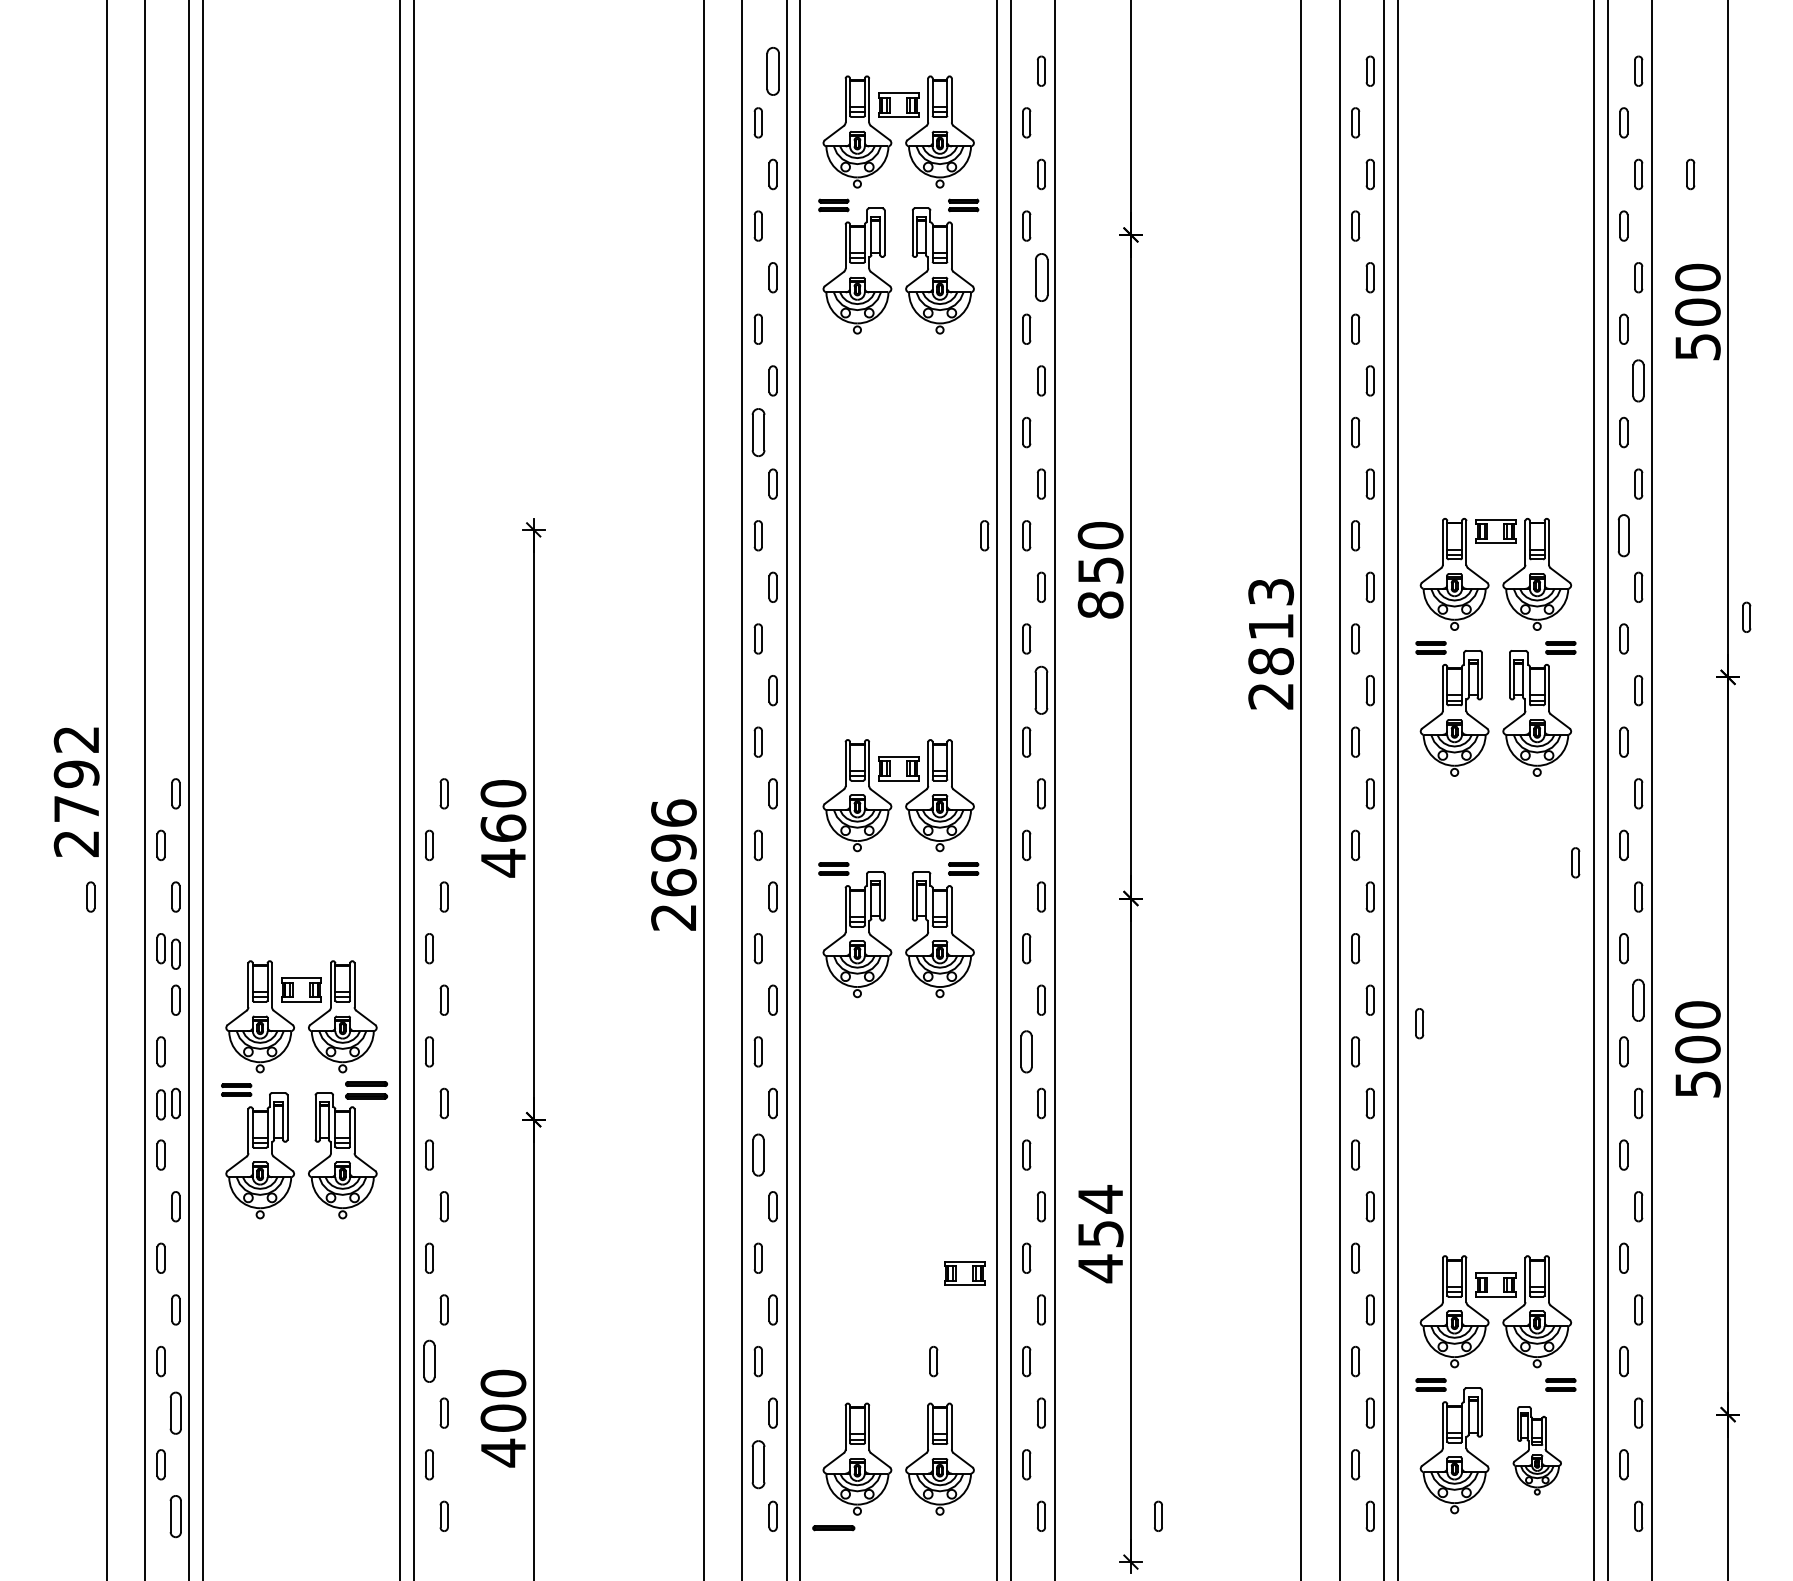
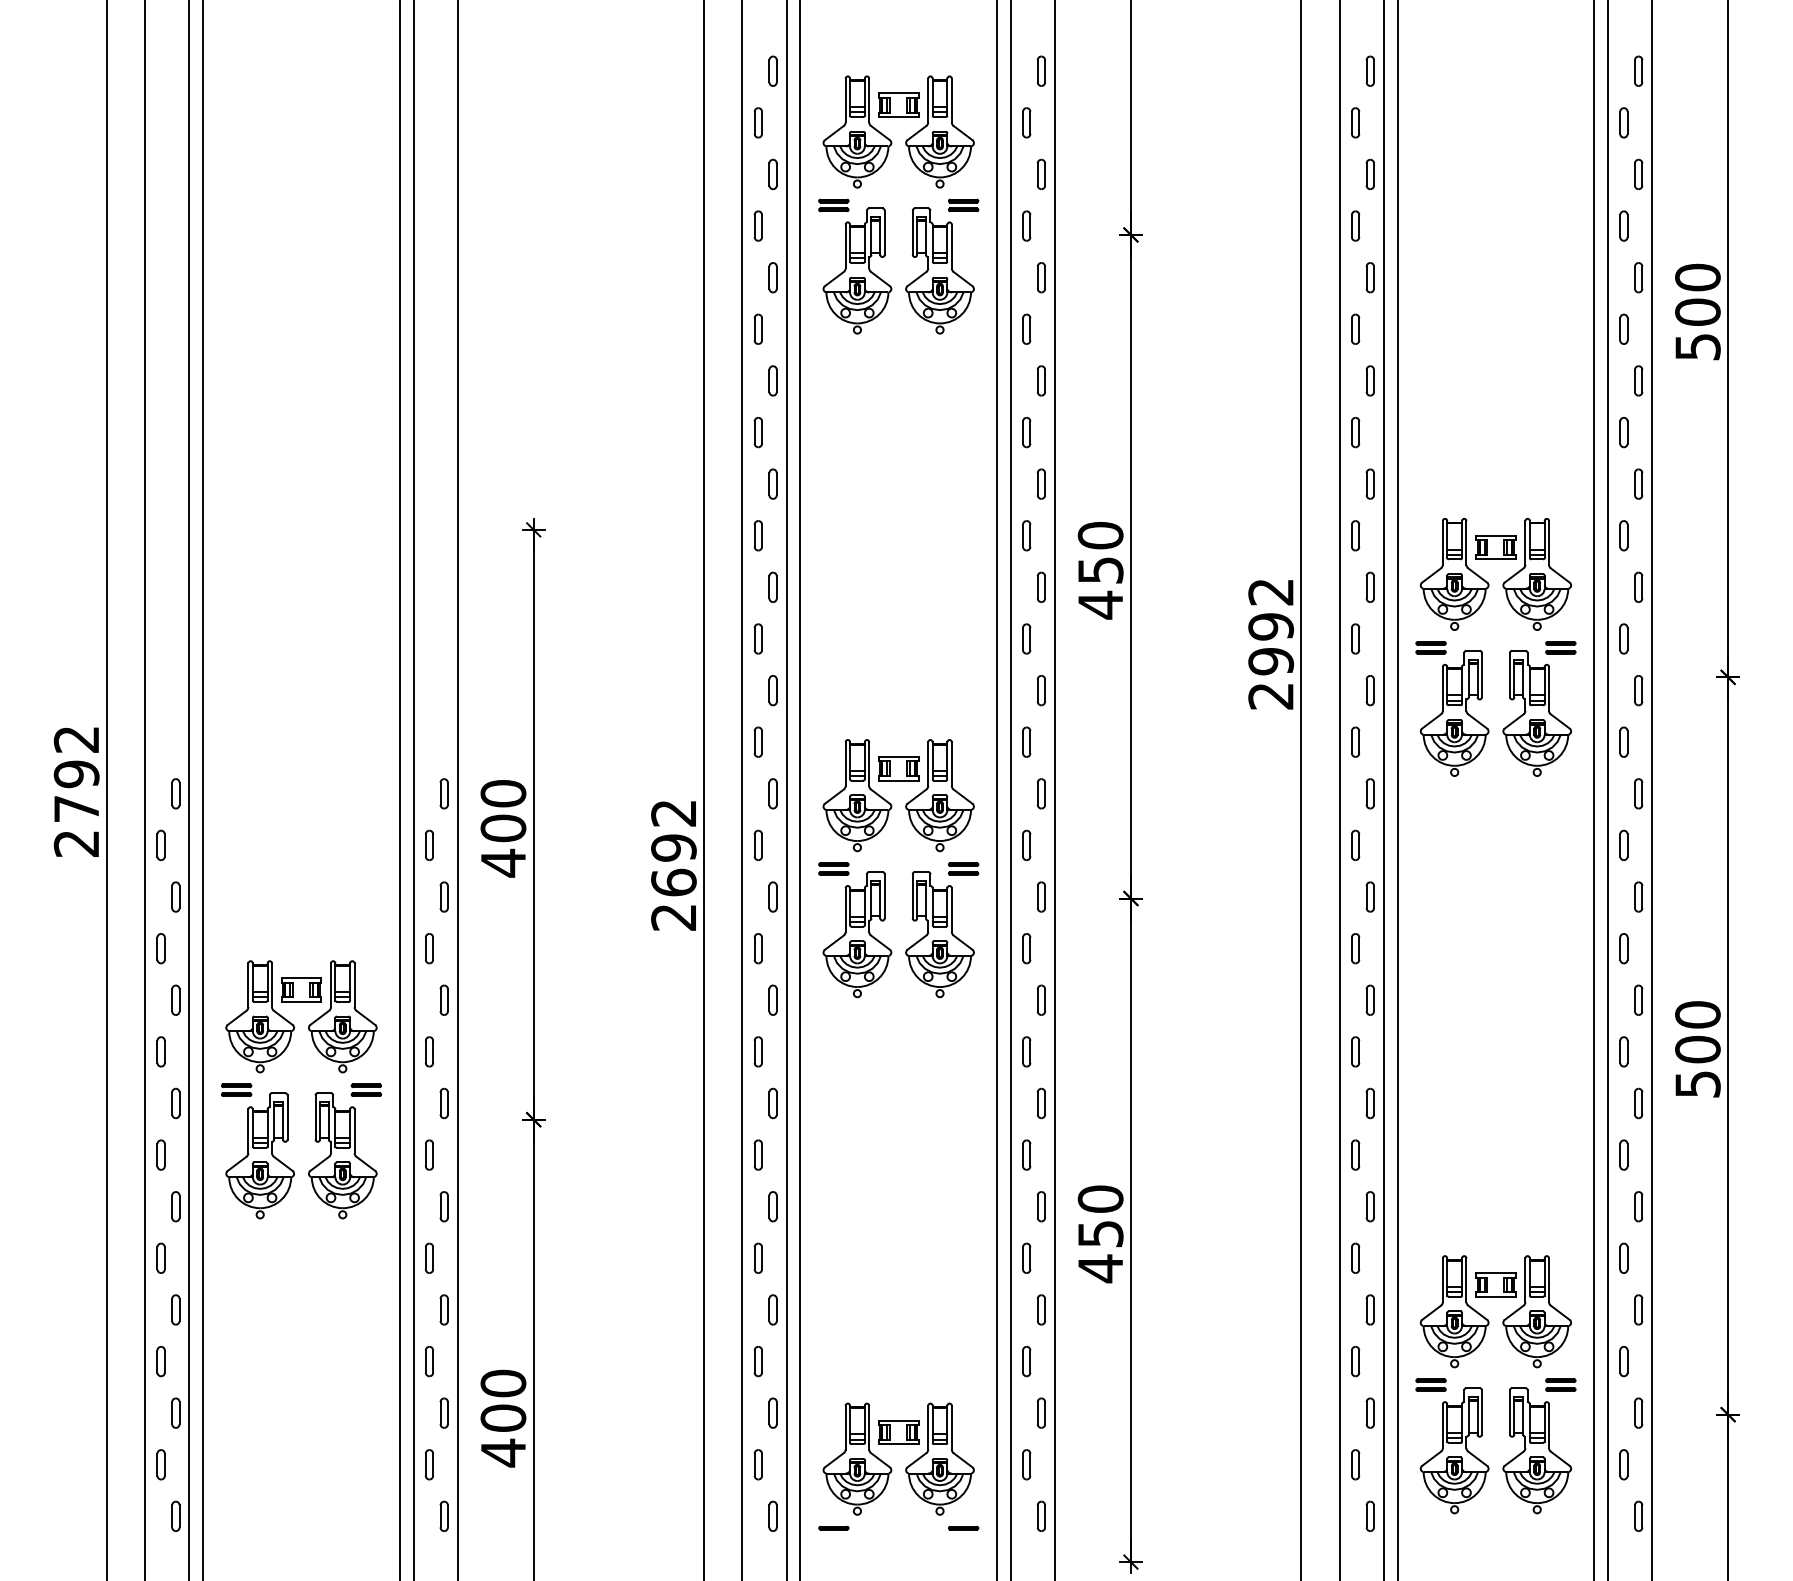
part at (772, 71) size: 14x49 px -> 10x32 px
part at (1690, 174): present -> none
part at (1041, 277) size: 14x49 px -> 10x32 px
part at (1638, 380) size: 13x44 px -> 10x32 px
part at (758, 432) size: 15x49 px -> 10x33 px
part at (1495, 531) position: (1495, 531) -> (1495, 547)
part at (984, 535): present -> none
part at (1623, 535) size: 13x44 px -> 10x32 px
text at (1100, 604): 850 -> 450
part at (1746, 616): present -> none
text at (1271, 627): 2813 -> 2992
part at (1041, 689) size: 15x50 px -> 9x32 px
line at (457, 789): none -> present
text at (673, 812): 2696 -> 2692
text at (503, 828): 460 -> 400
part at (1575, 862): present -> none
part at (90, 896): present -> none
part at (175, 953): present -> none
part at (1638, 999) size: 13x44 px -> 10x32 px
part at (1419, 1023): present -> none
part at (1026, 1051) size: 13x44 px -> 10x32 px
part at (366, 1090) size: 44x19 px -> 32x14 px
part at (160, 1104): present -> none
part at (758, 1154) size: 13x44 px -> 10x32 px
text at (1100, 1199): 454 -> 450
part at (964, 1273) position: (964, 1273) -> (898, 1432)
part at (429, 1360) size: 13x44 px -> 9x32 px
part at (933, 1361): present -> none
part at (175, 1412) size: 13x44 px -> 10x32 px
part at (1536, 1450) size: 50x90 px -> 71x128 px
part at (758, 1464) size: 15x50 px -> 10x32 px
part at (1158, 1515): present -> none
part at (175, 1516) size: 13x44 px -> 10x32 px
part at (963, 1527): none -> present
part at (833, 1528) size: 44x7 px -> 32x6 px
